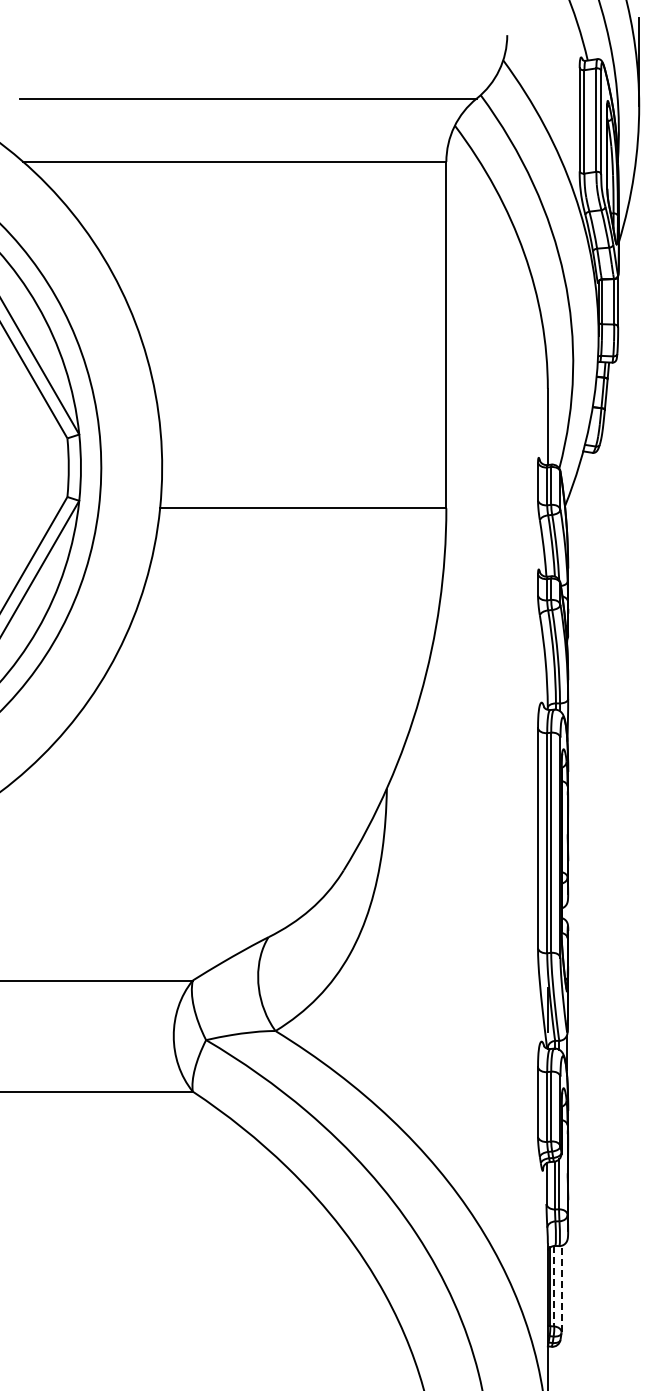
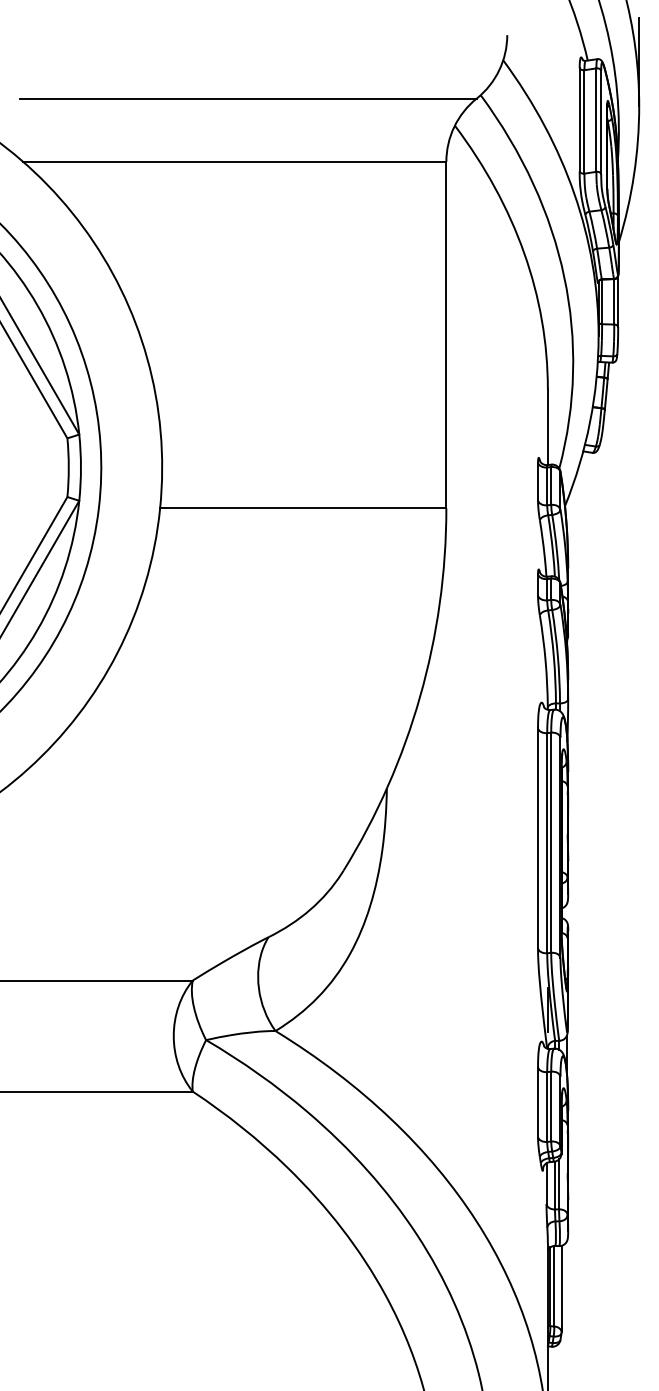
line at (554, 1286): dashed -> solid
line at (561, 1288): dashed -> solid
